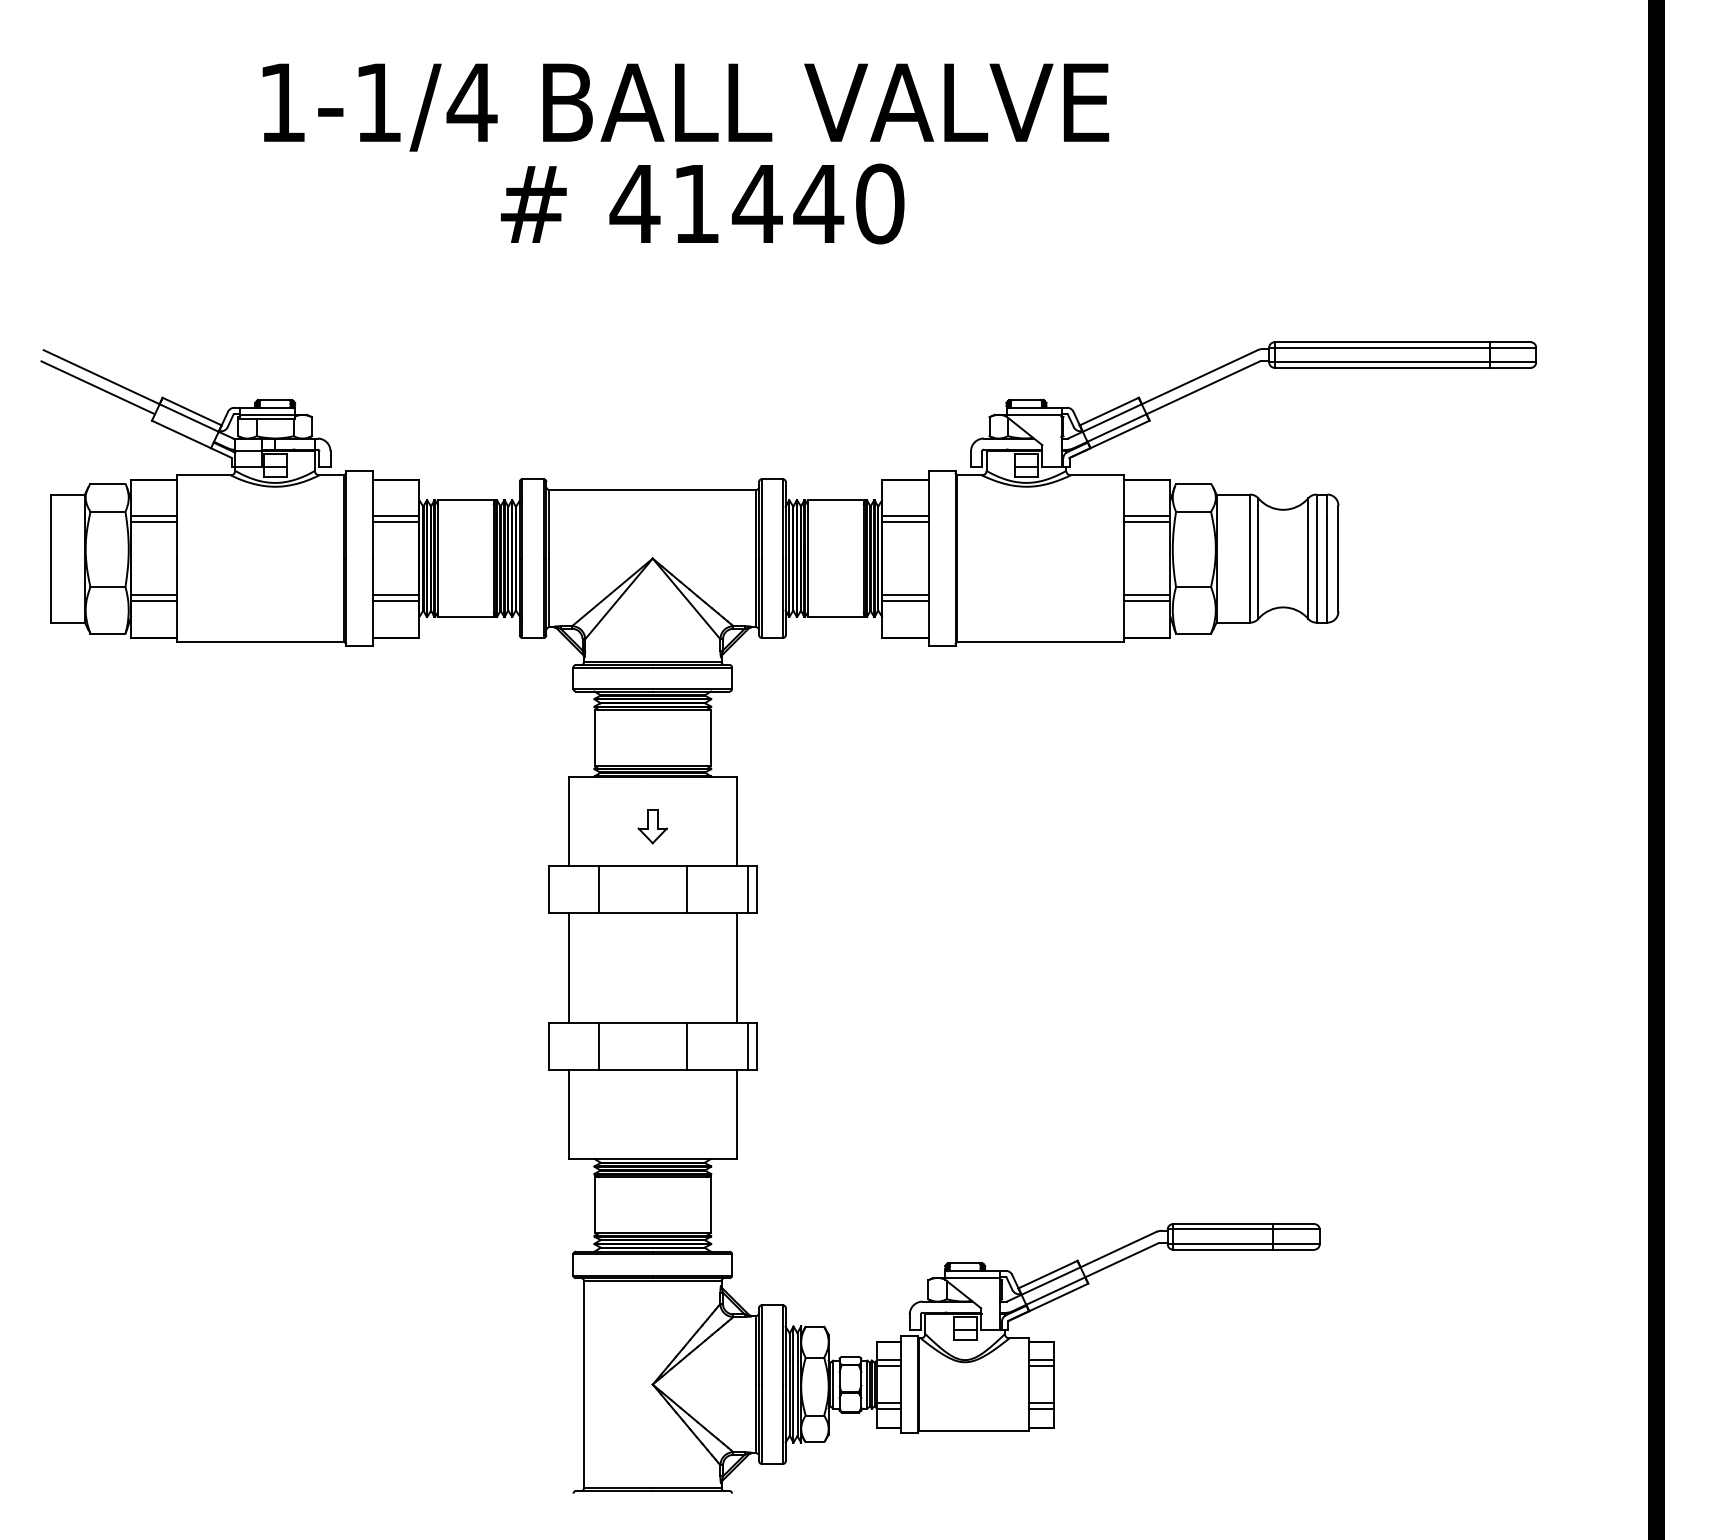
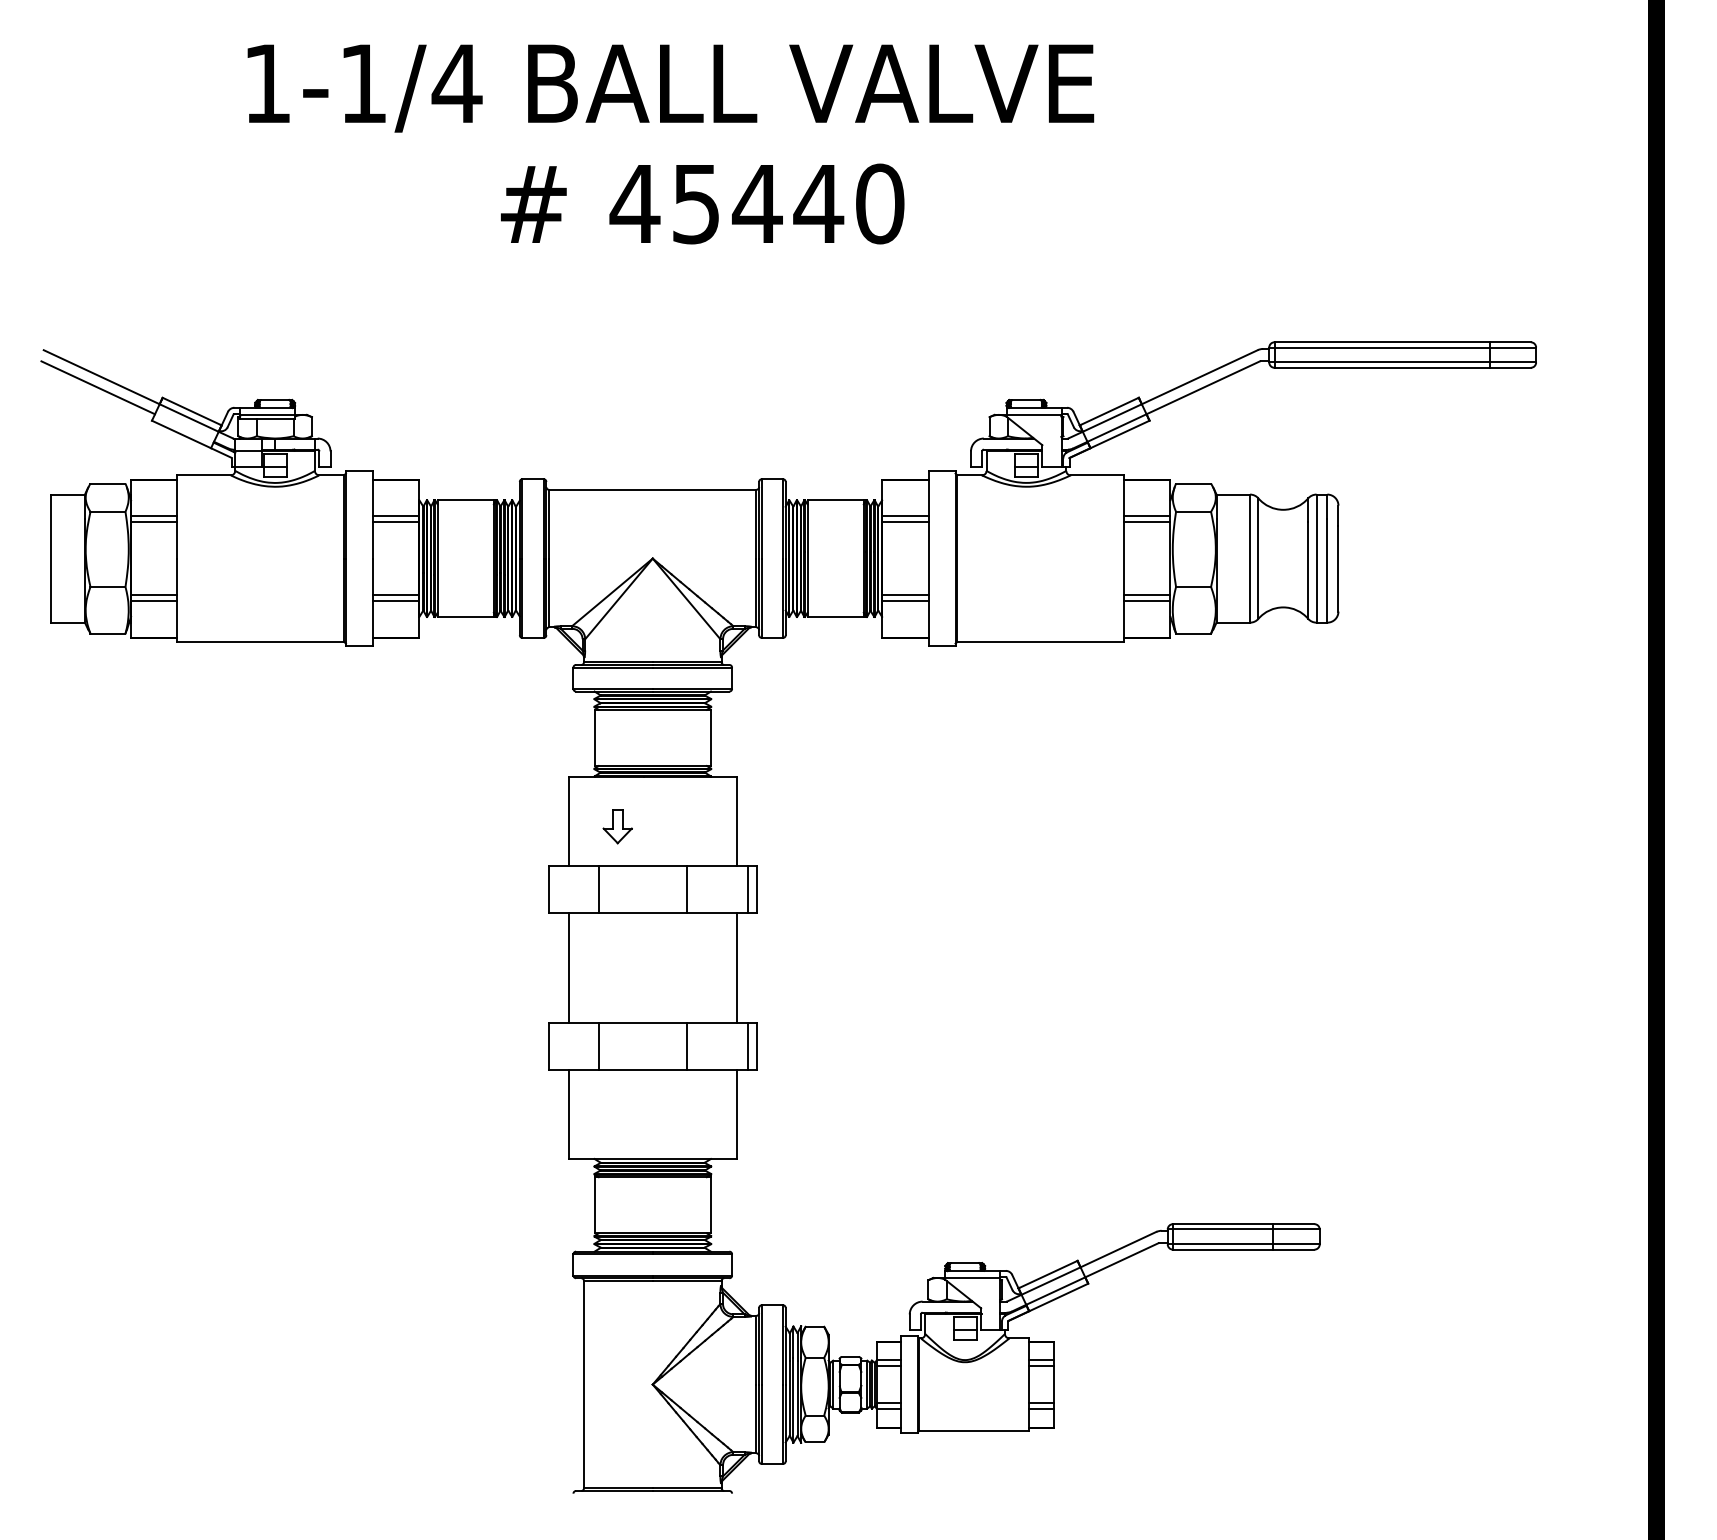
text at (685, 107) position: (685, 107) -> (670, 88)
text at (695, 204): 41440 -> 45440
part at (652, 826) position: (652, 826) -> (617, 826)
